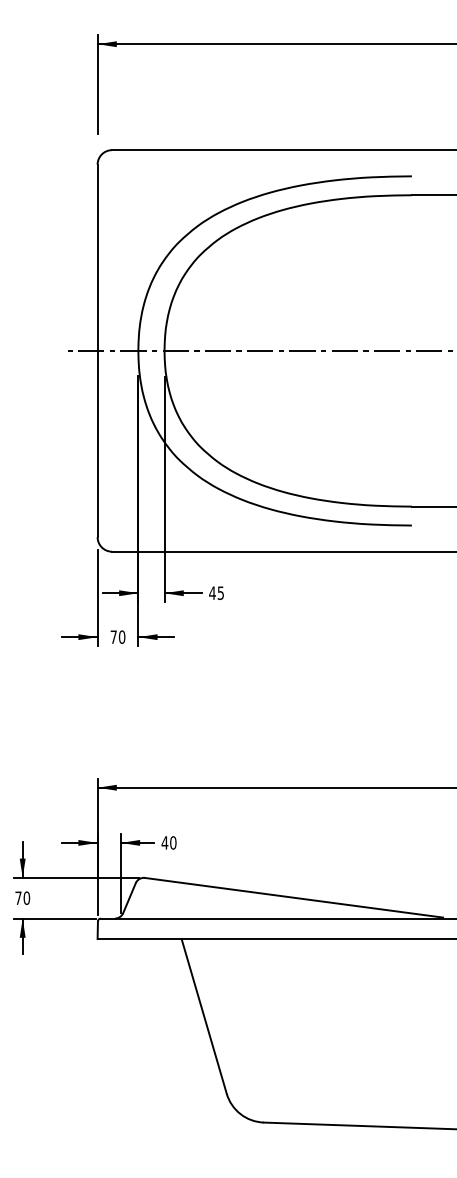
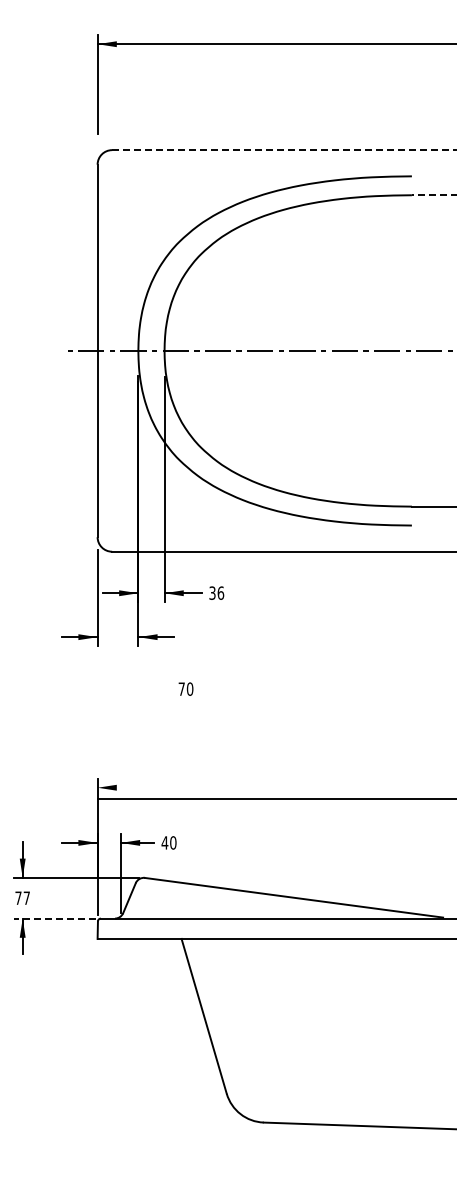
line at (285, 150): solid -> dashed
line at (433, 195): solid -> dashed
text at (216, 592): 45 -> 36
text at (117, 636) position: (117, 636) -> (185, 688)
line at (275, 787) position: (275, 787) -> (275, 798)
text at (26, 897): 70 -> 77
line at (54, 918): solid -> dashed
